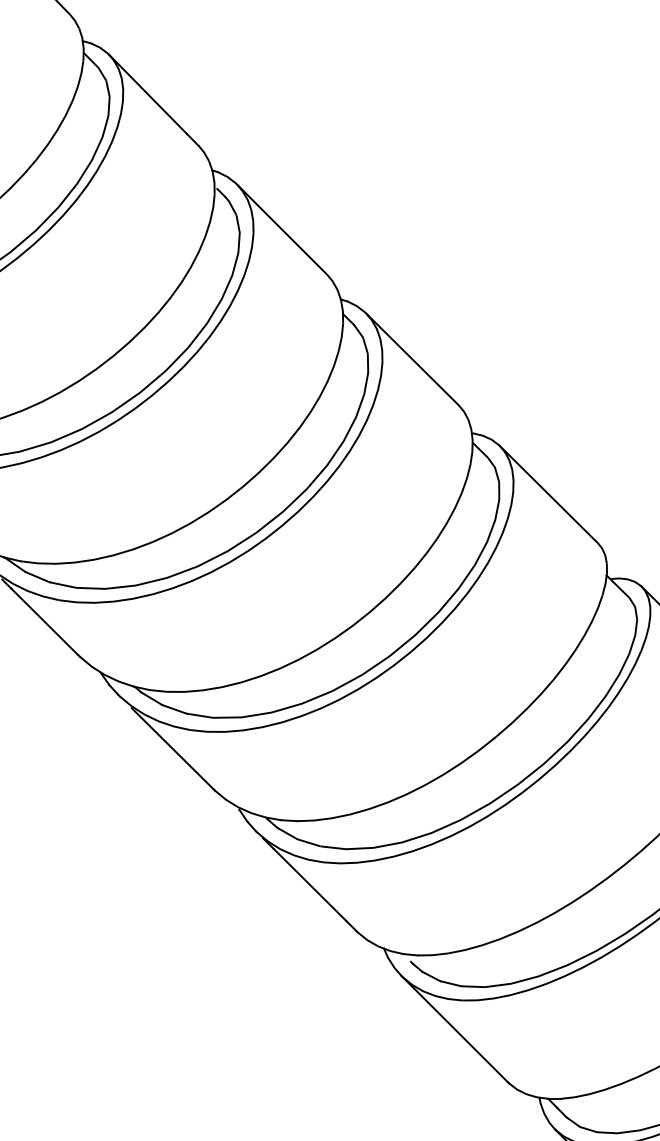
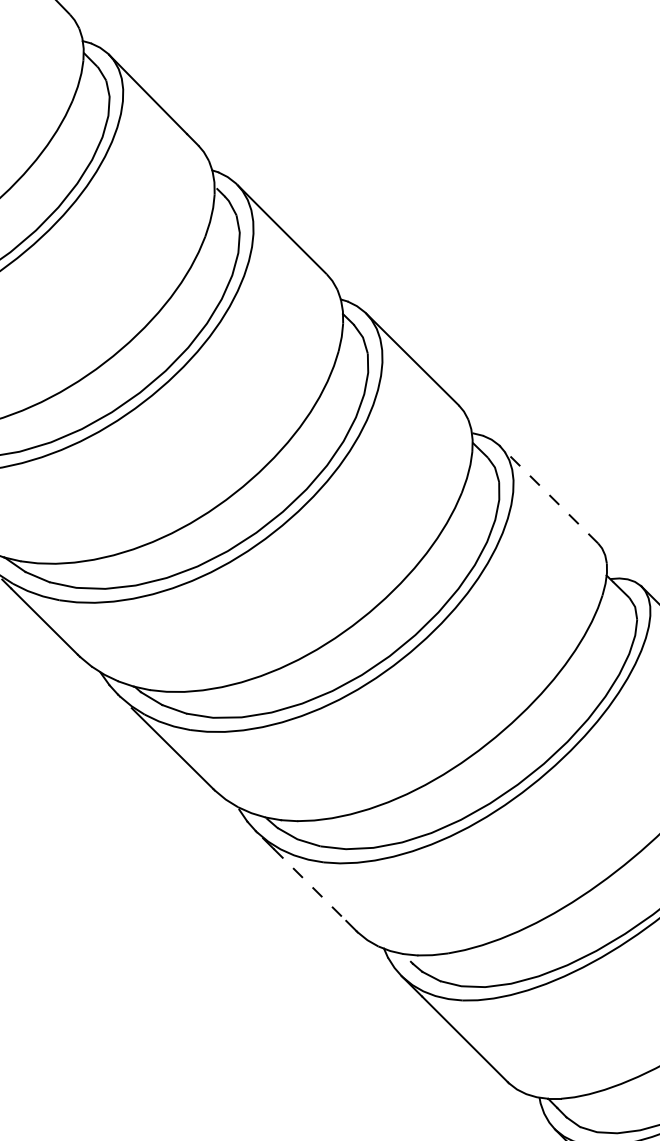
line at (548, 493): solid -> dashed
line at (310, 885): solid -> dashed
